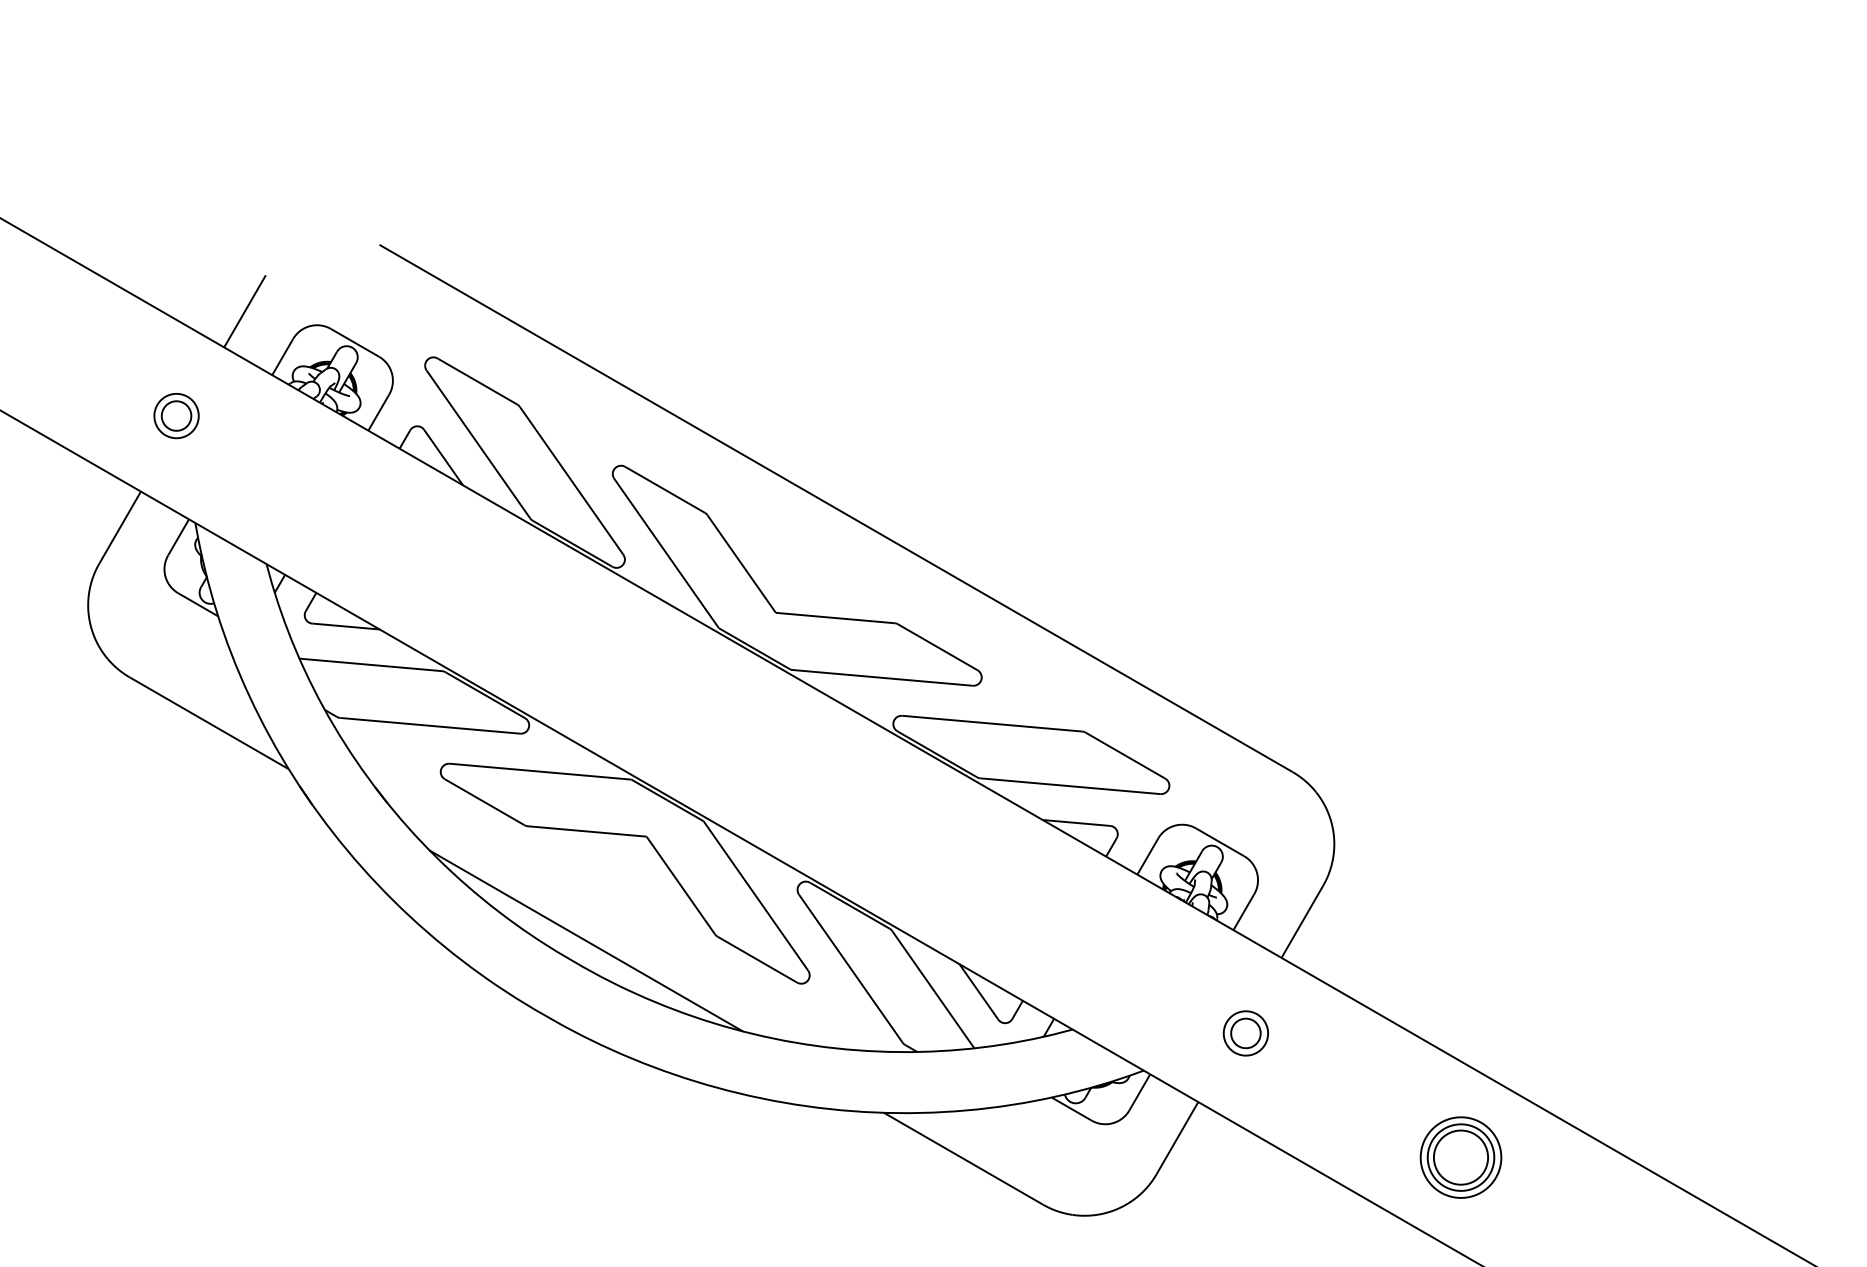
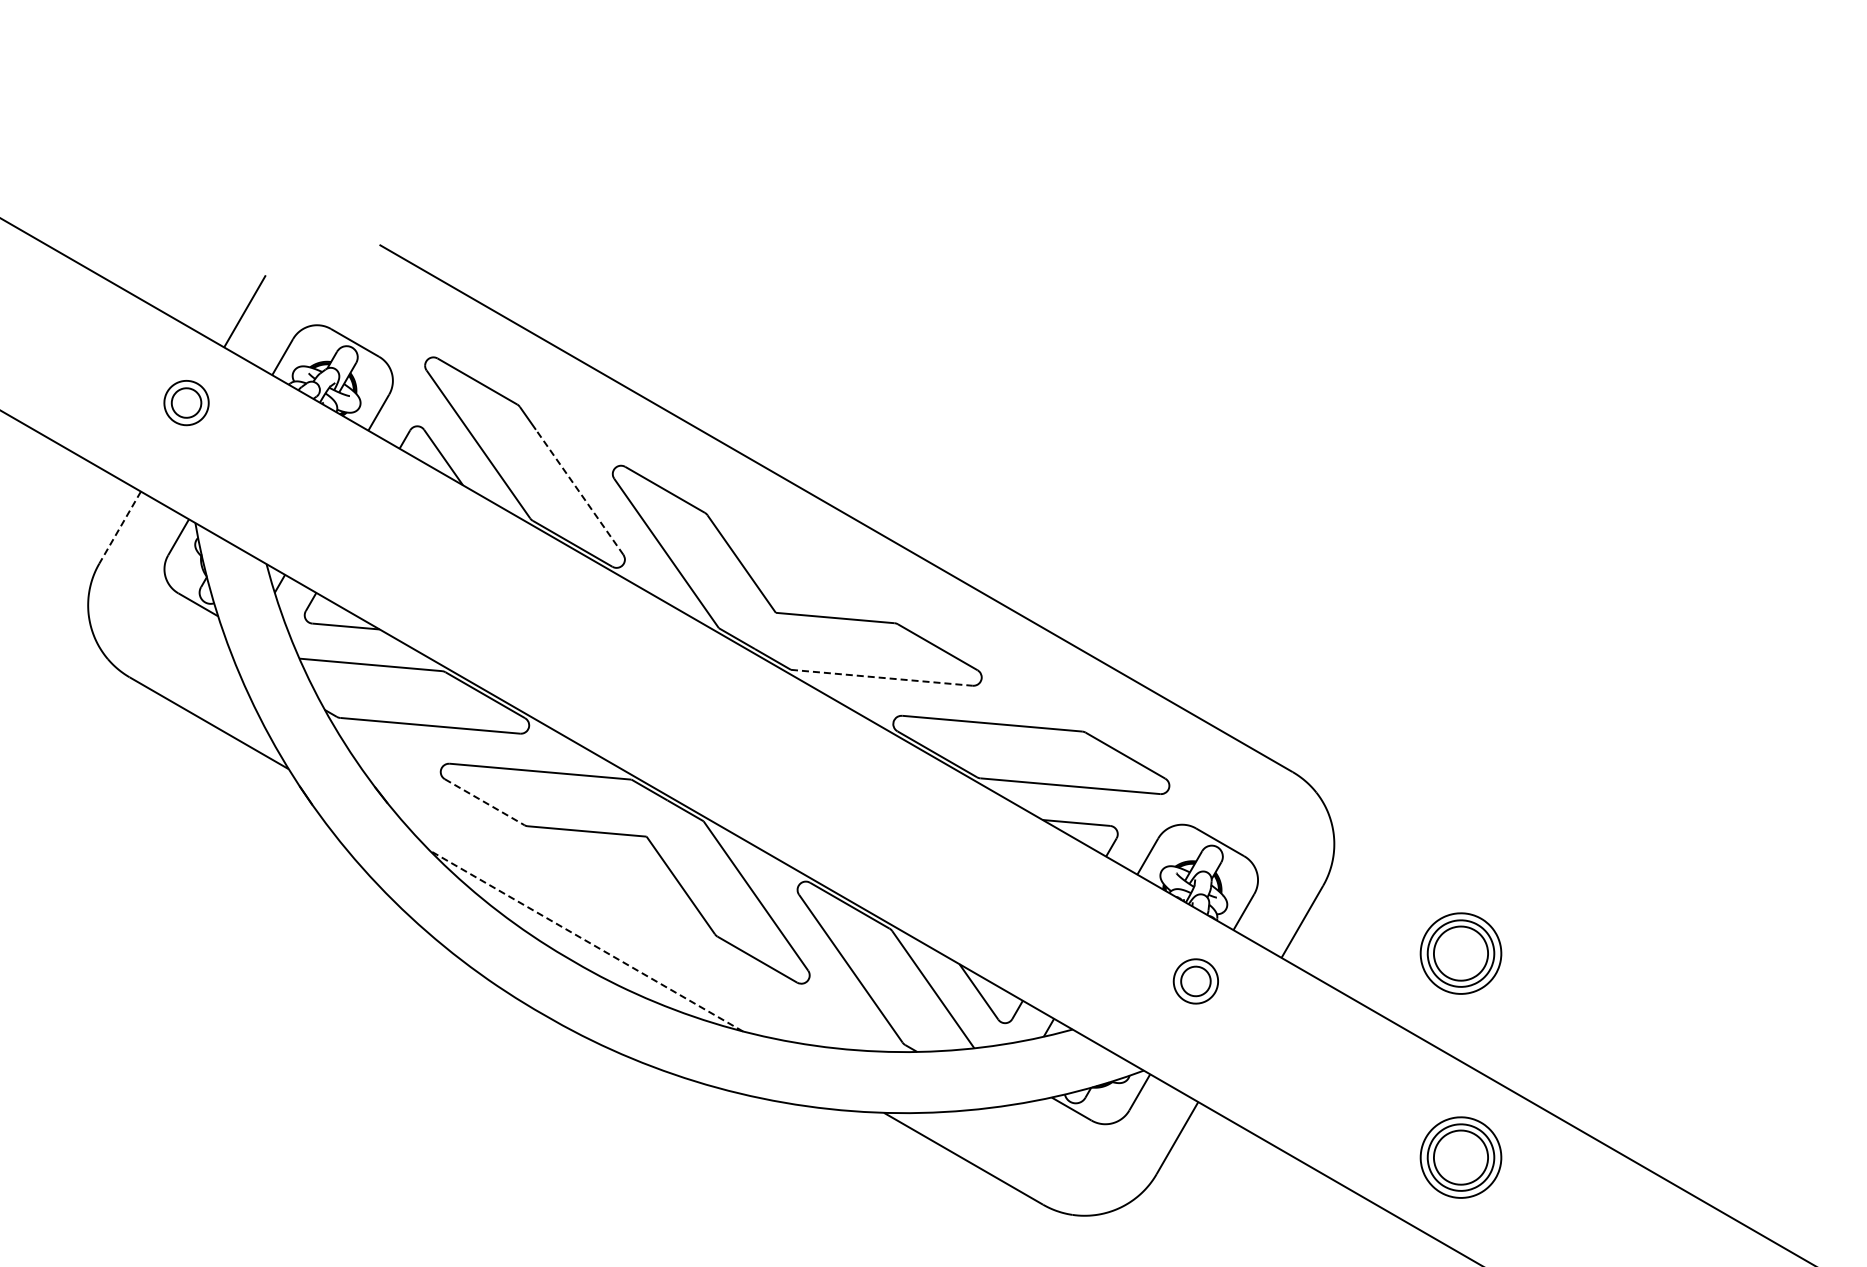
part at (176, 416) position: (176, 416) -> (186, 403)
line at (579, 491): solid -> dashed
line at (120, 527): solid -> dashed
line at (882, 677): solid -> dashed
line at (484, 802): solid -> dashed
line at (586, 941): solid -> dashed
part at (1460, 953): none -> present
part at (1245, 1033) position: (1245, 1033) -> (1195, 981)
